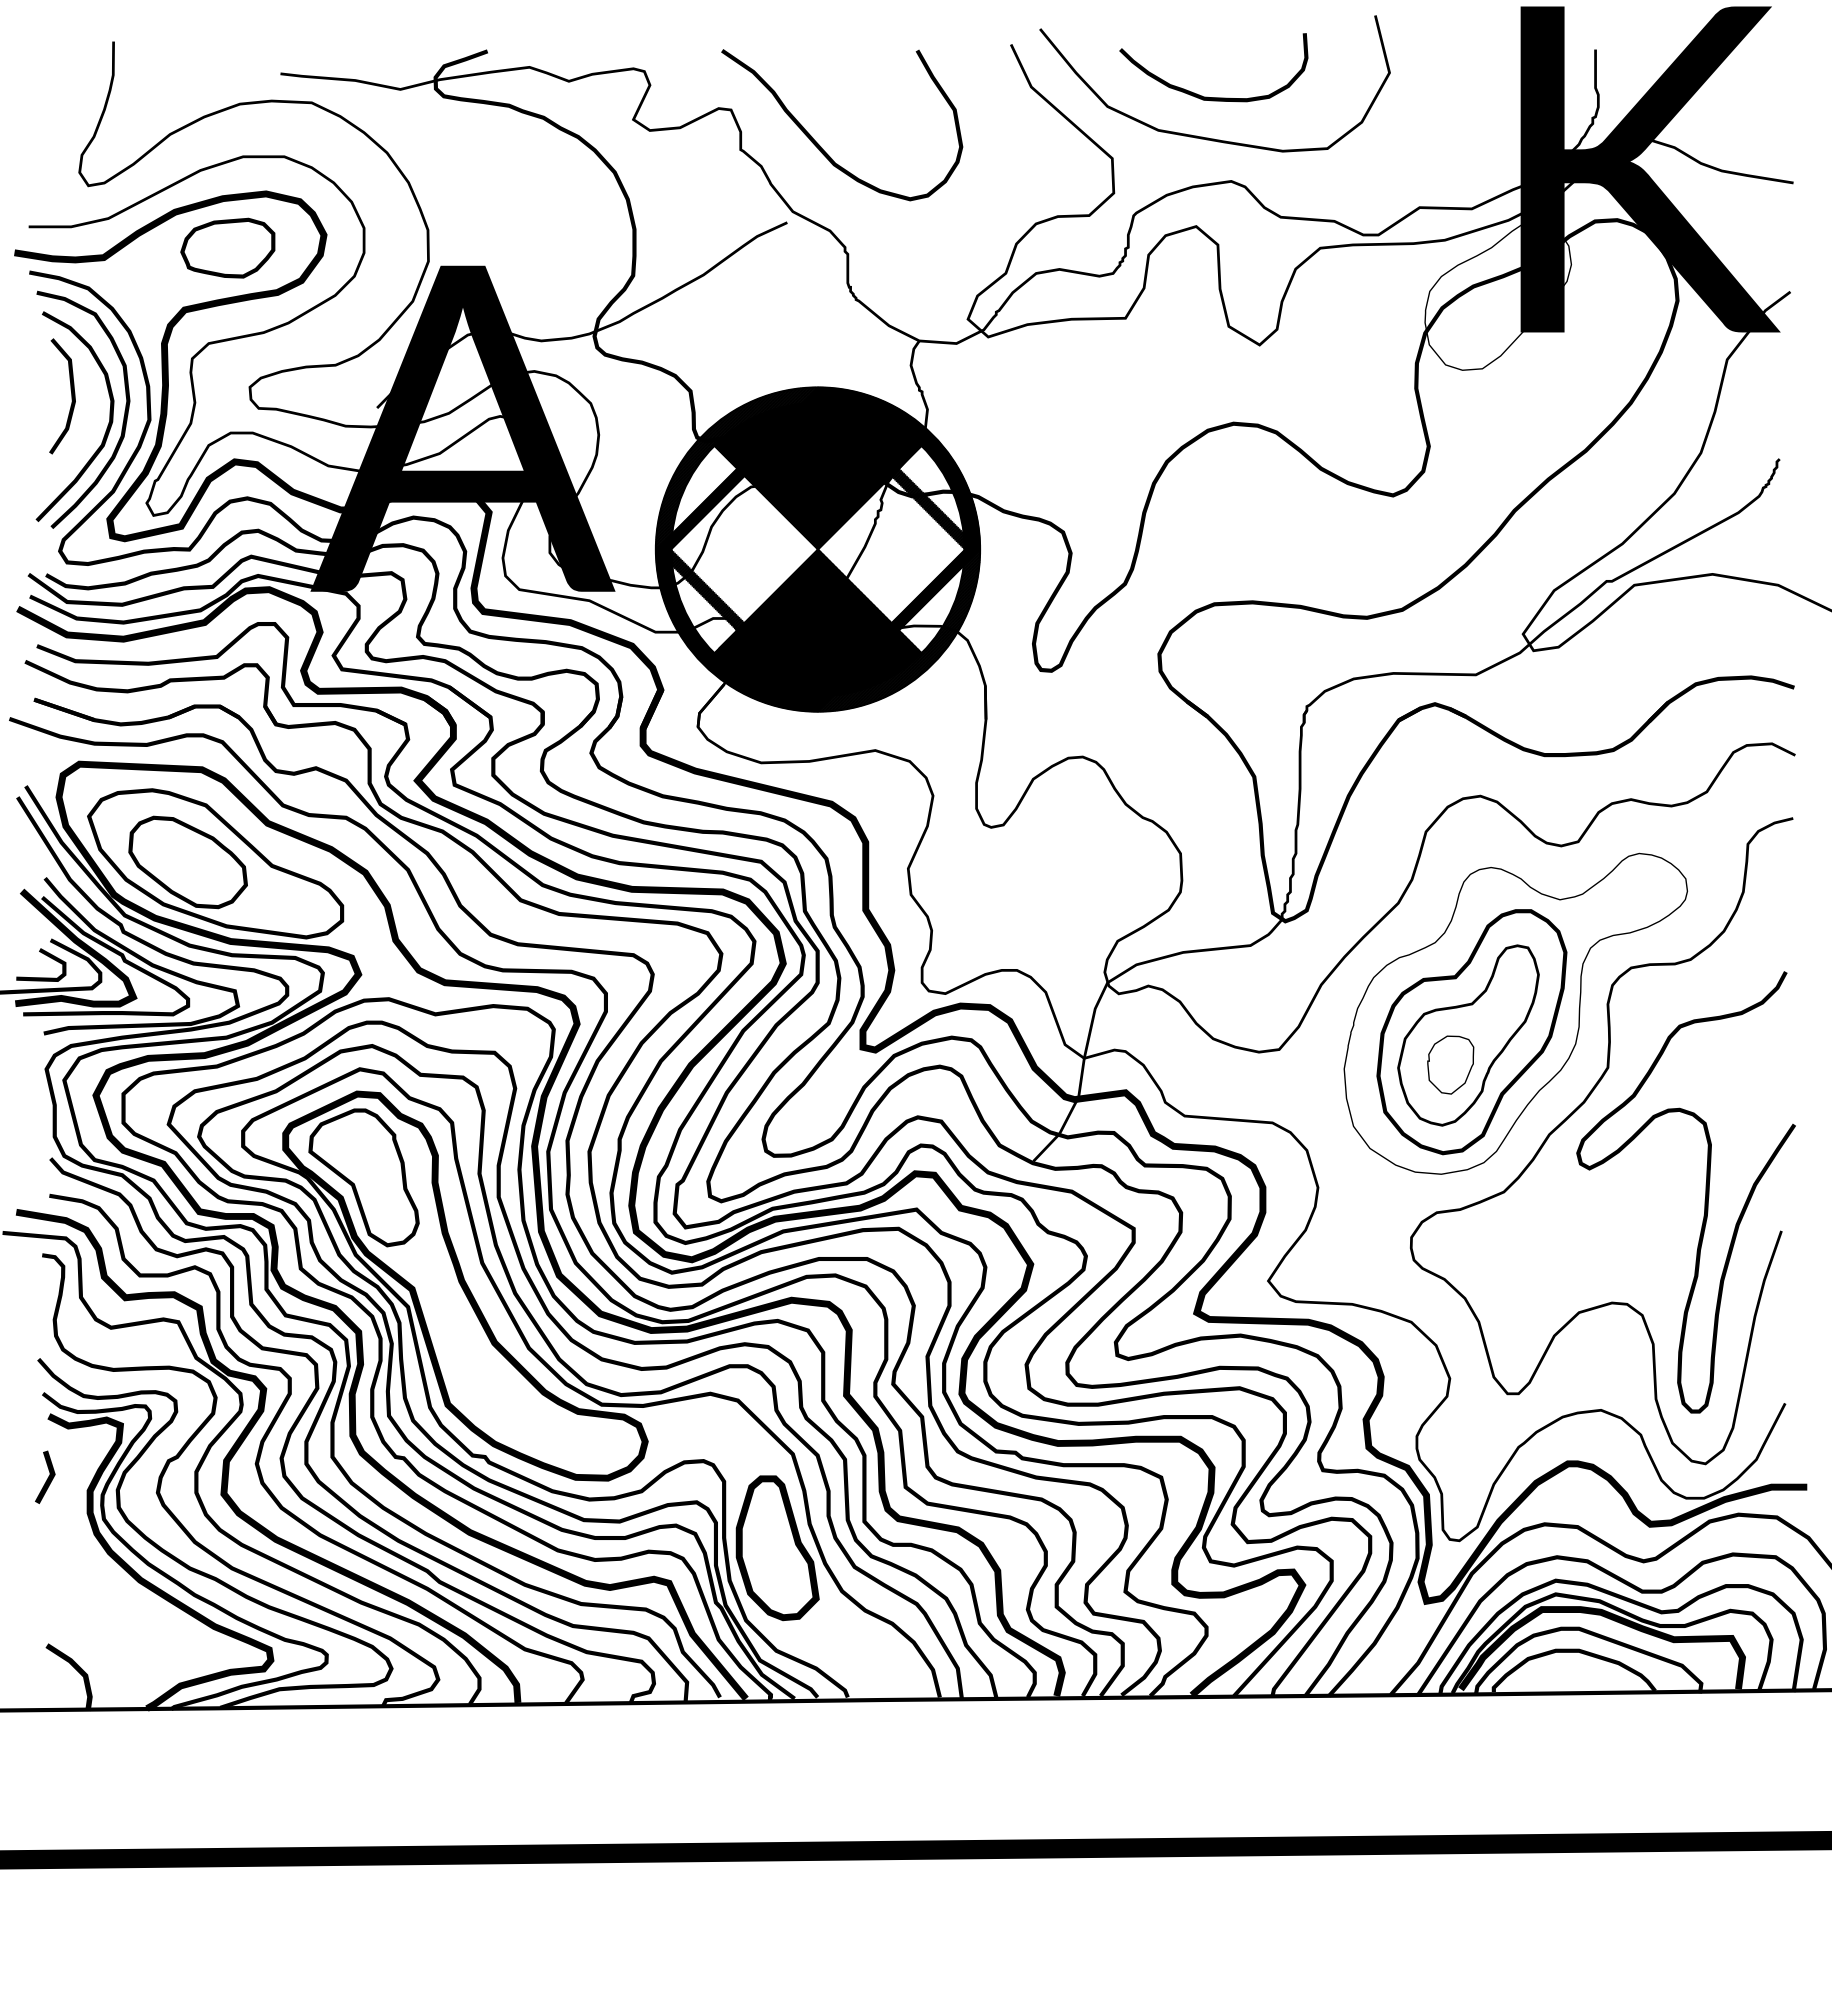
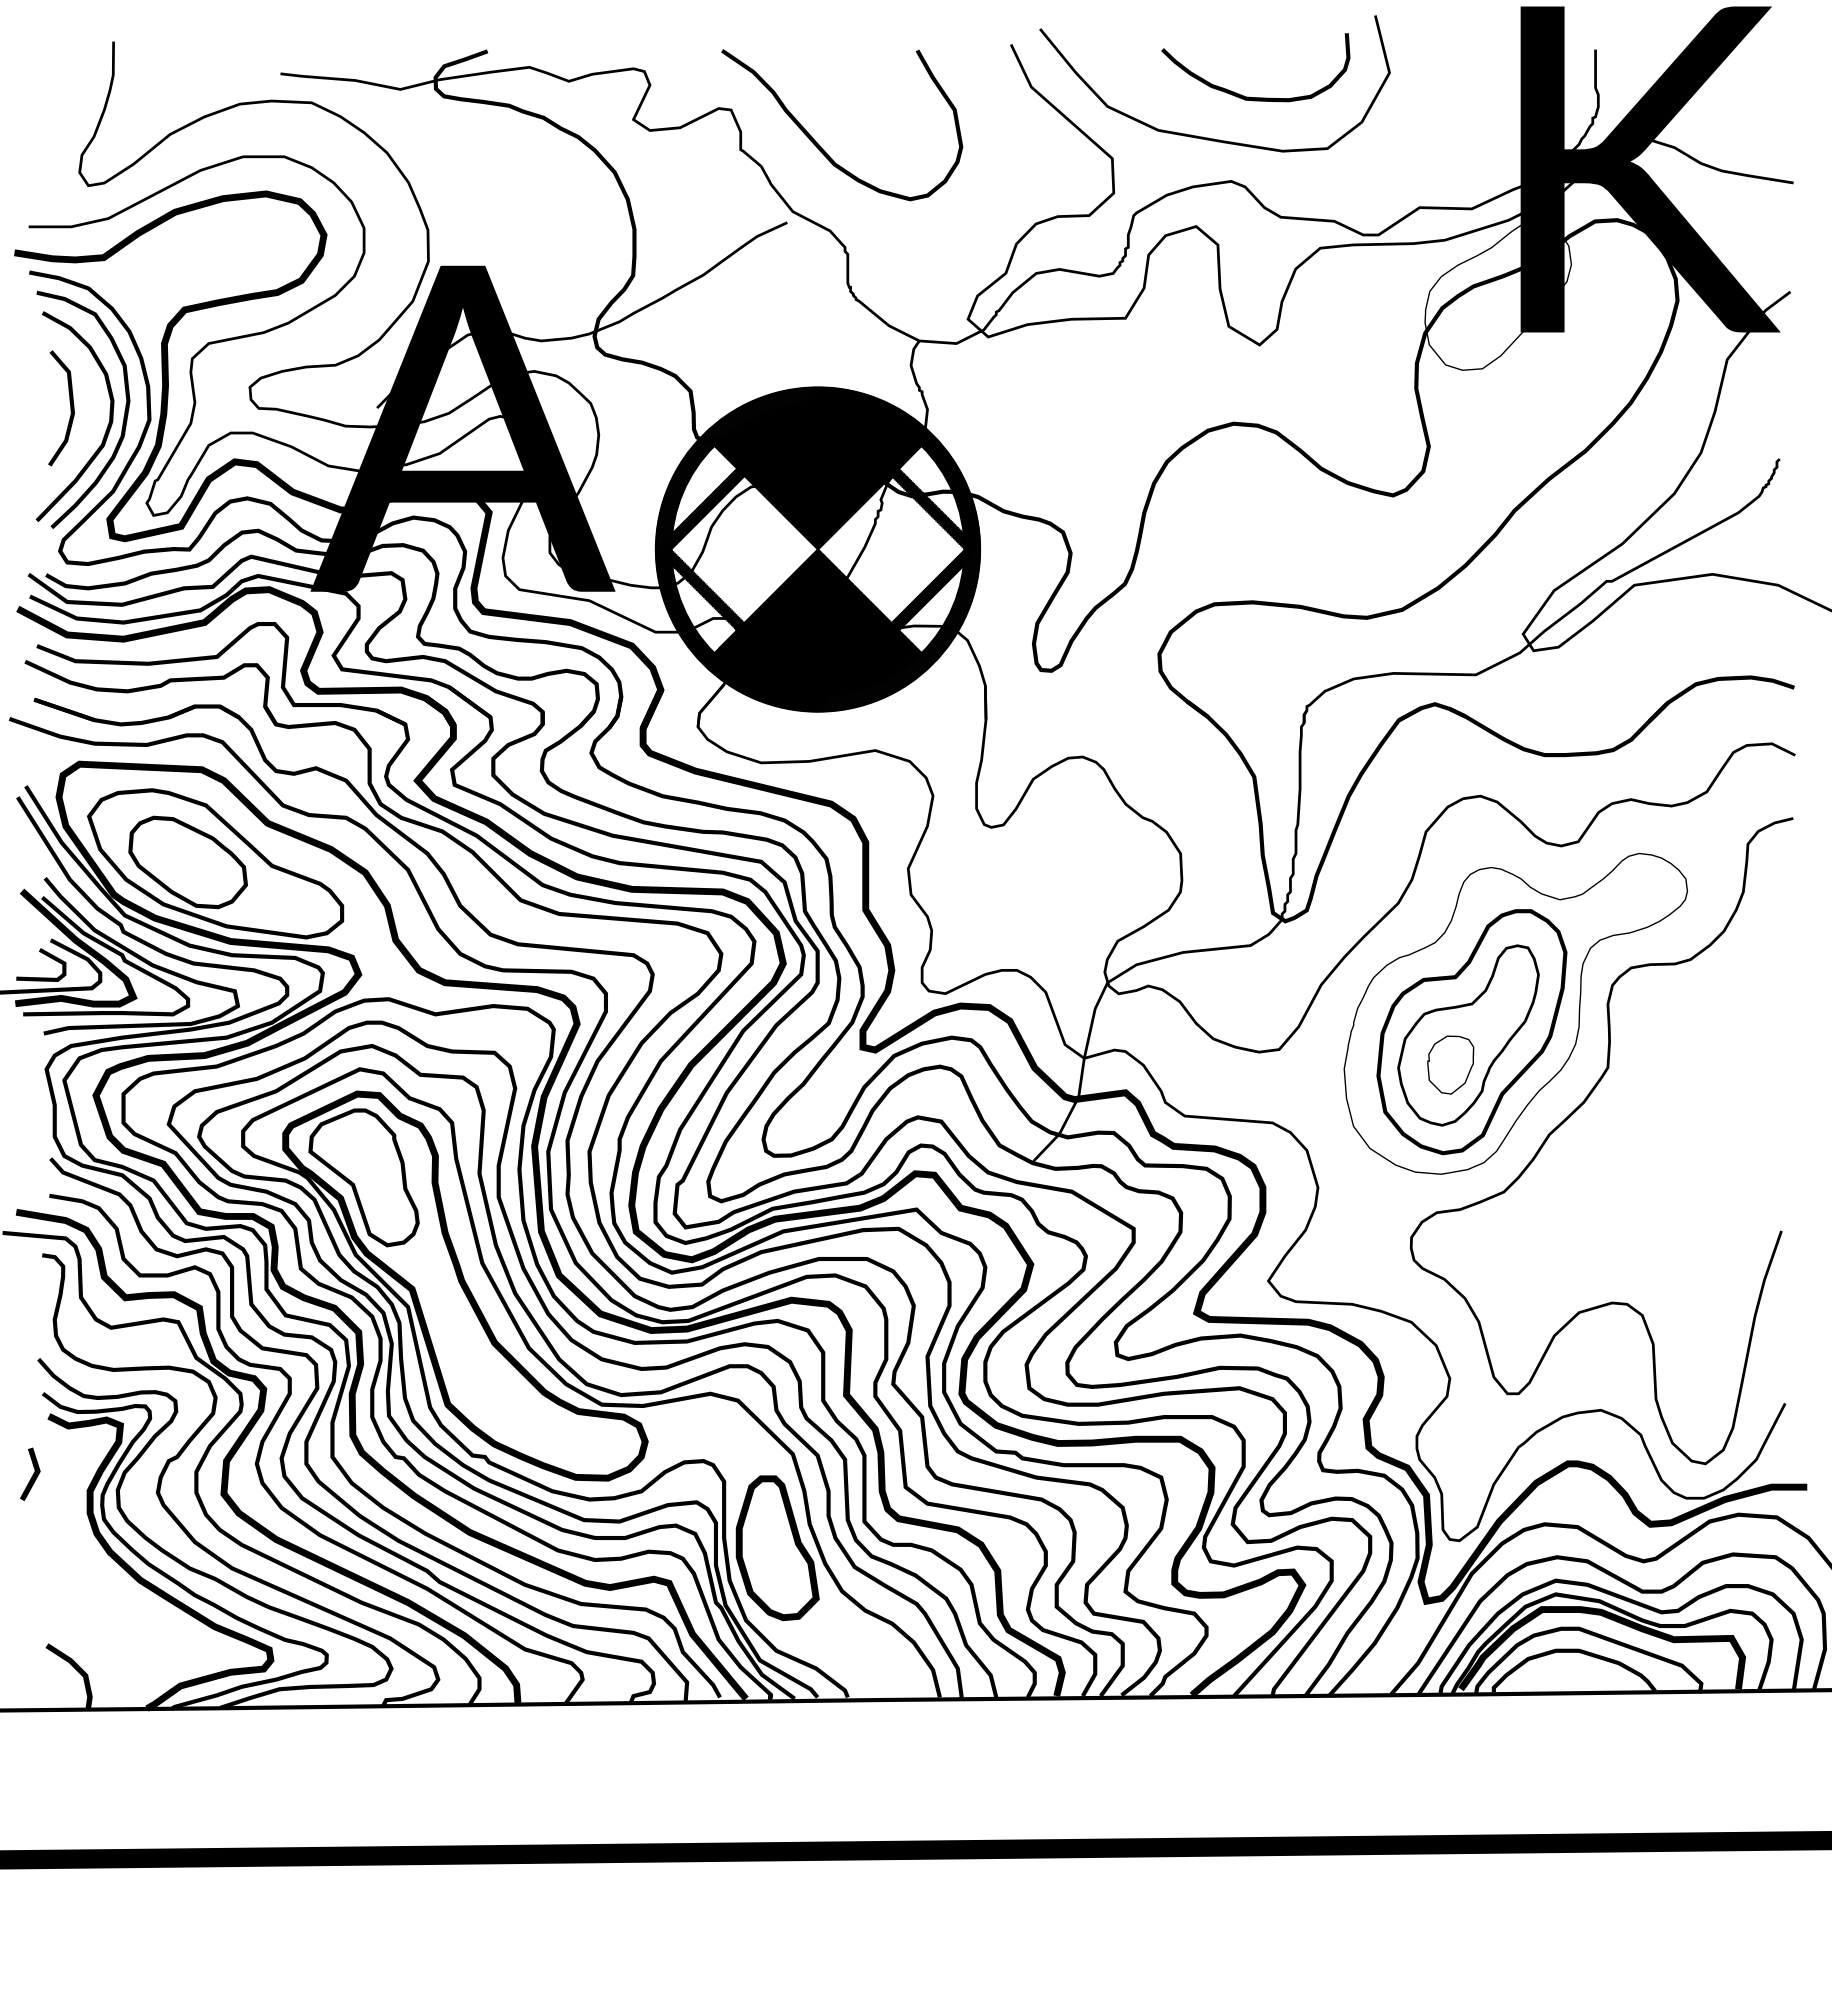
curve at (1207, 96) position: (1207, 96) -> (1249, 96)
part at (227, 247): present -> none
line at (71, 396) position: (71, 396) -> (70, 408)
curve at (1705, 1192): present -> none
line at (47, 1478) position: (47, 1478) -> (32, 1475)
